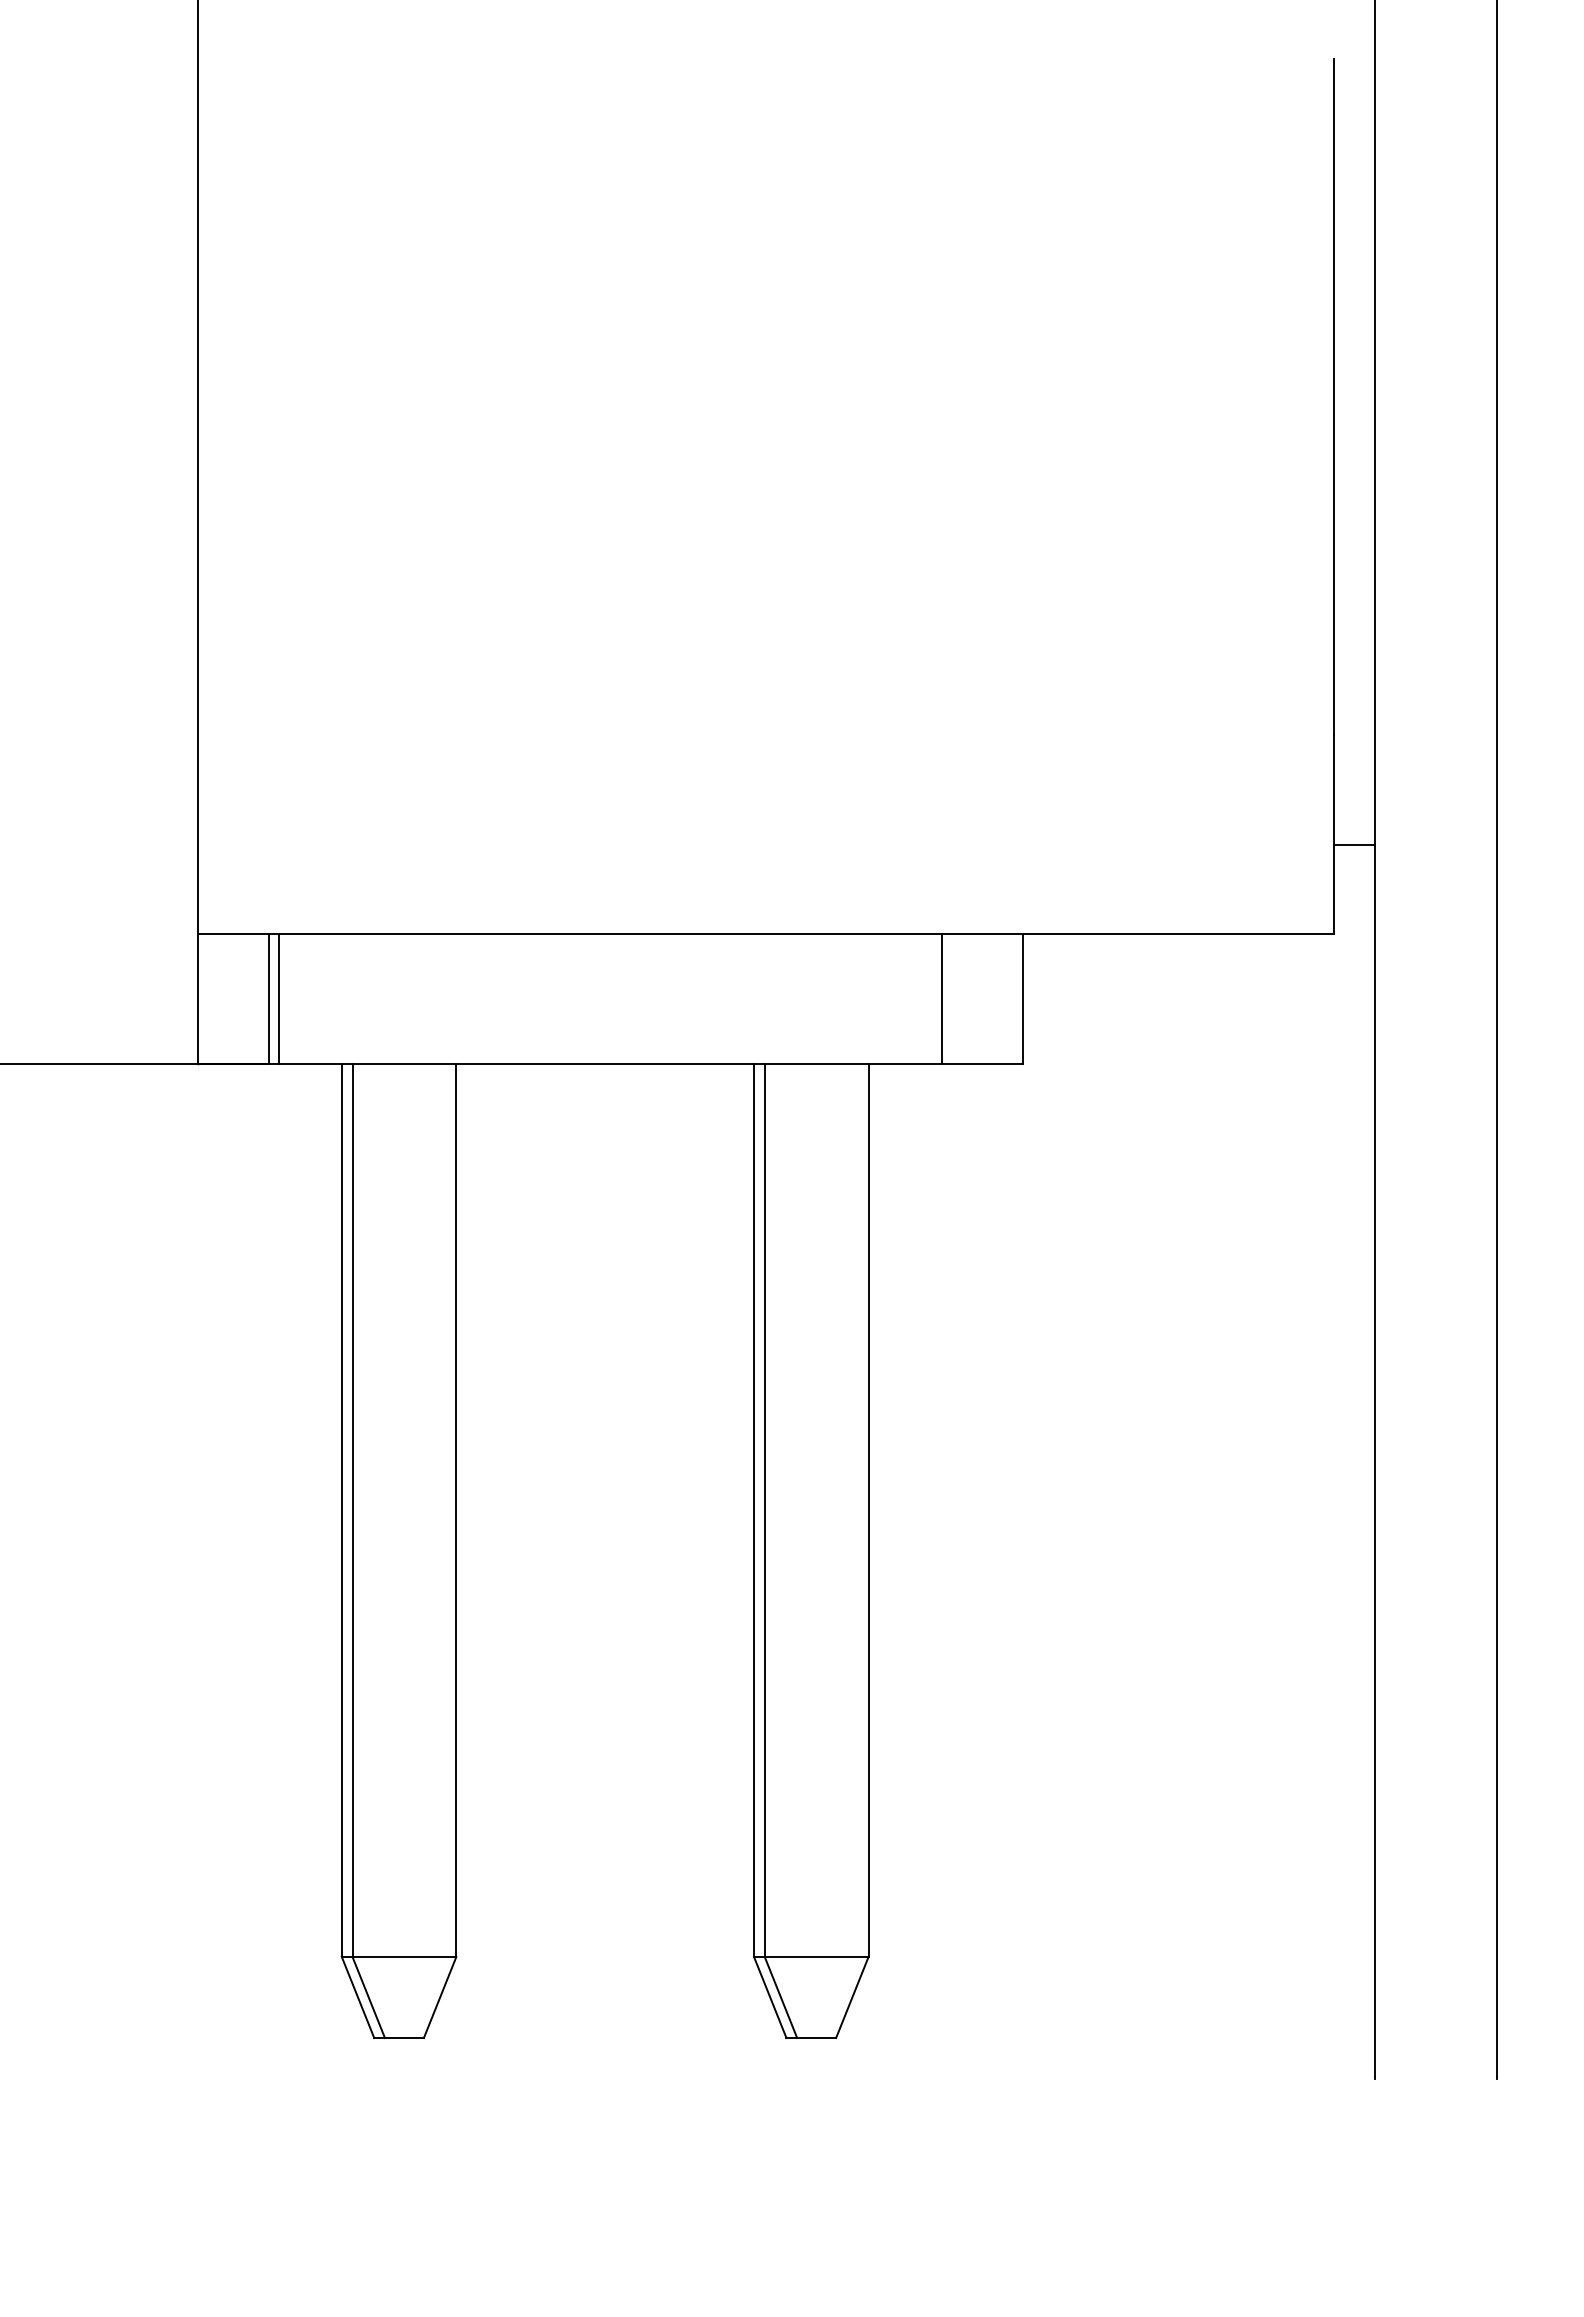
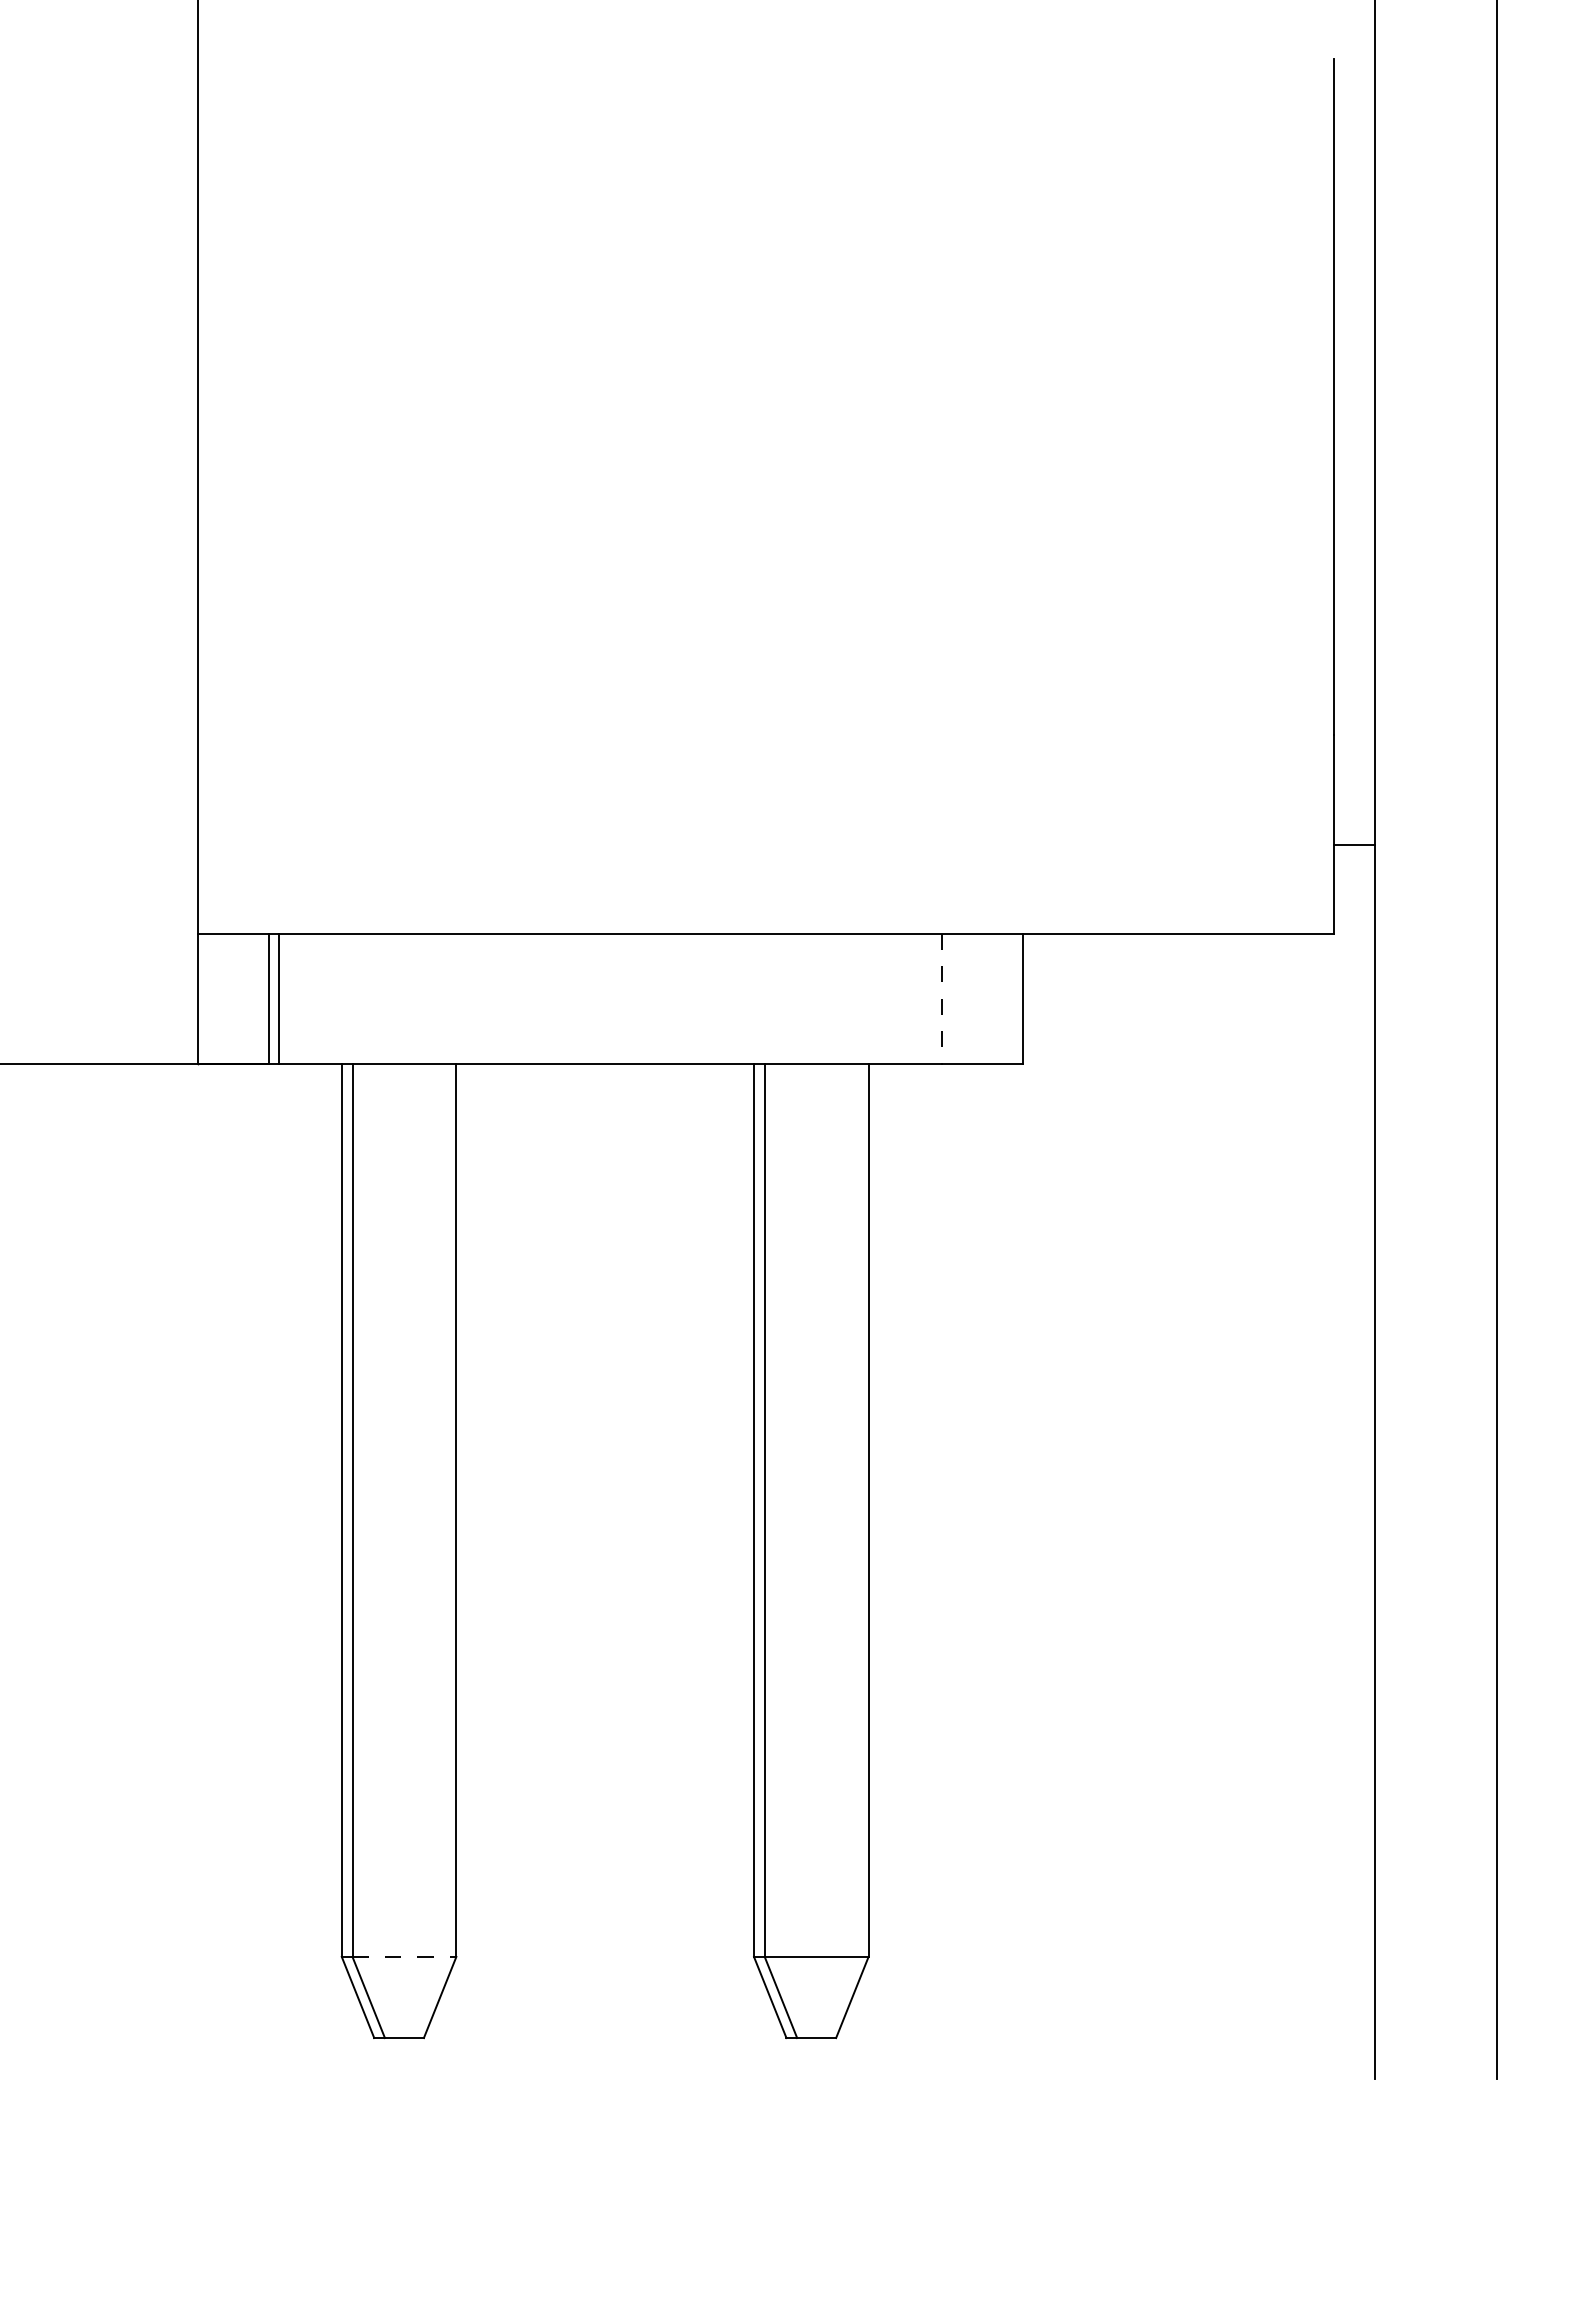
line at (941, 999): solid -> dashed
line at (404, 1956): solid -> dashed
